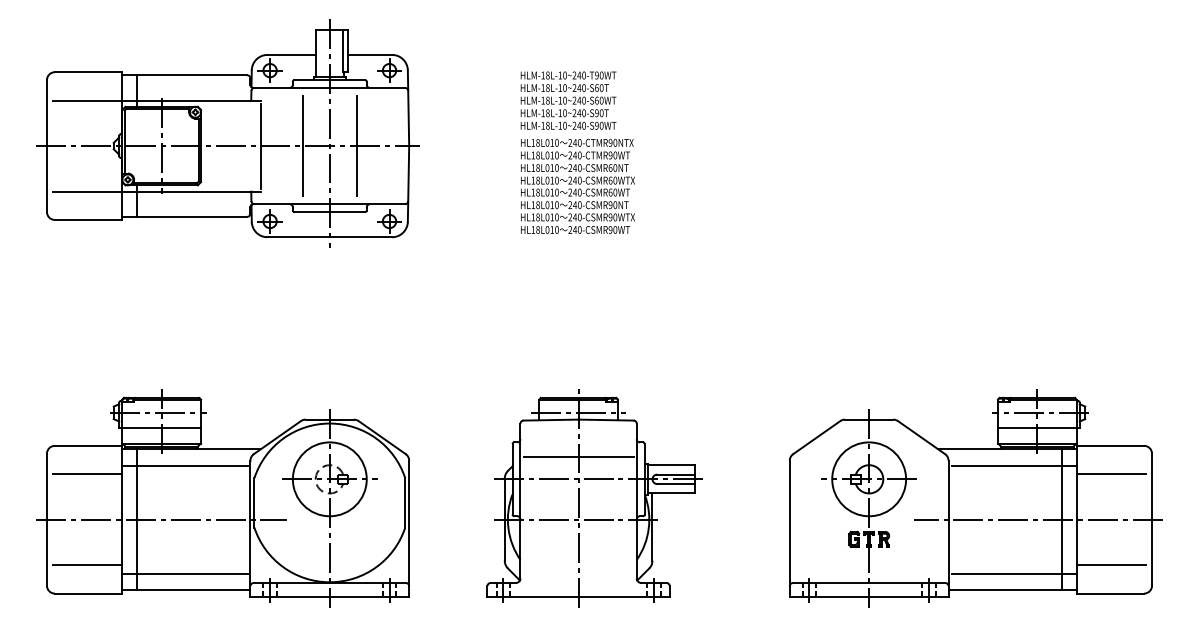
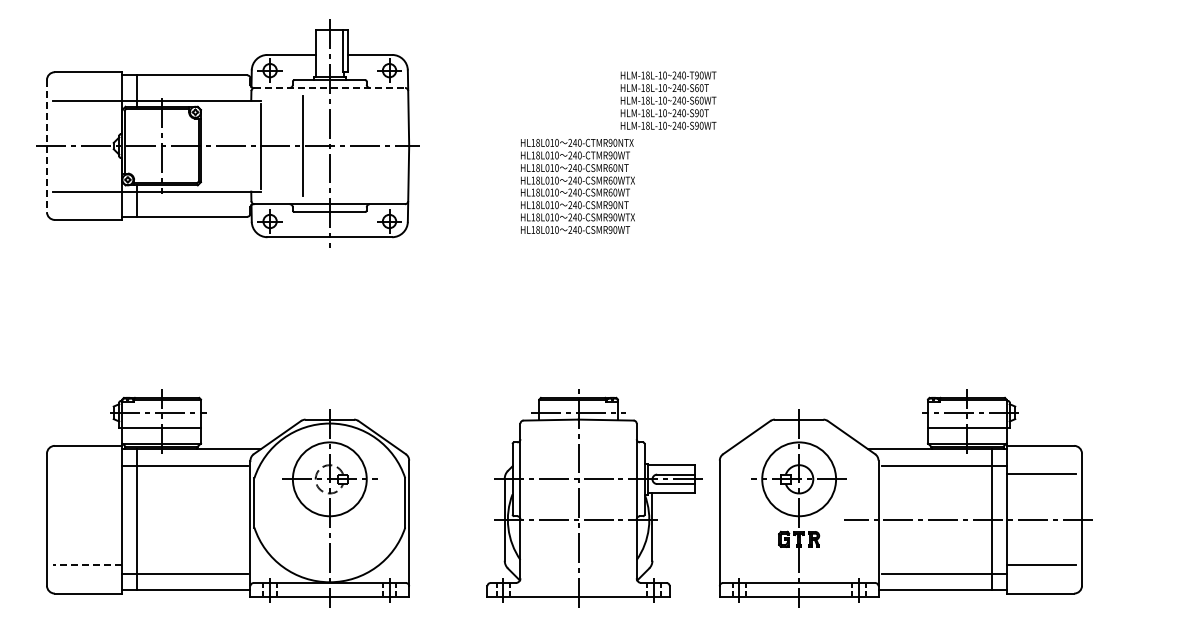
line at (329, 87): solid -> dashed
text at (568, 100) position: (568, 100) -> (668, 100)
line at (356, 145): present -> none
line at (46, 146): solid -> dashed
line at (578, 456): present -> none
line at (86, 474): present -> none
part at (975, 498) position: (975, 498) -> (905, 498)
line at (161, 519): present -> none
line at (87, 565): solid -> dashed
